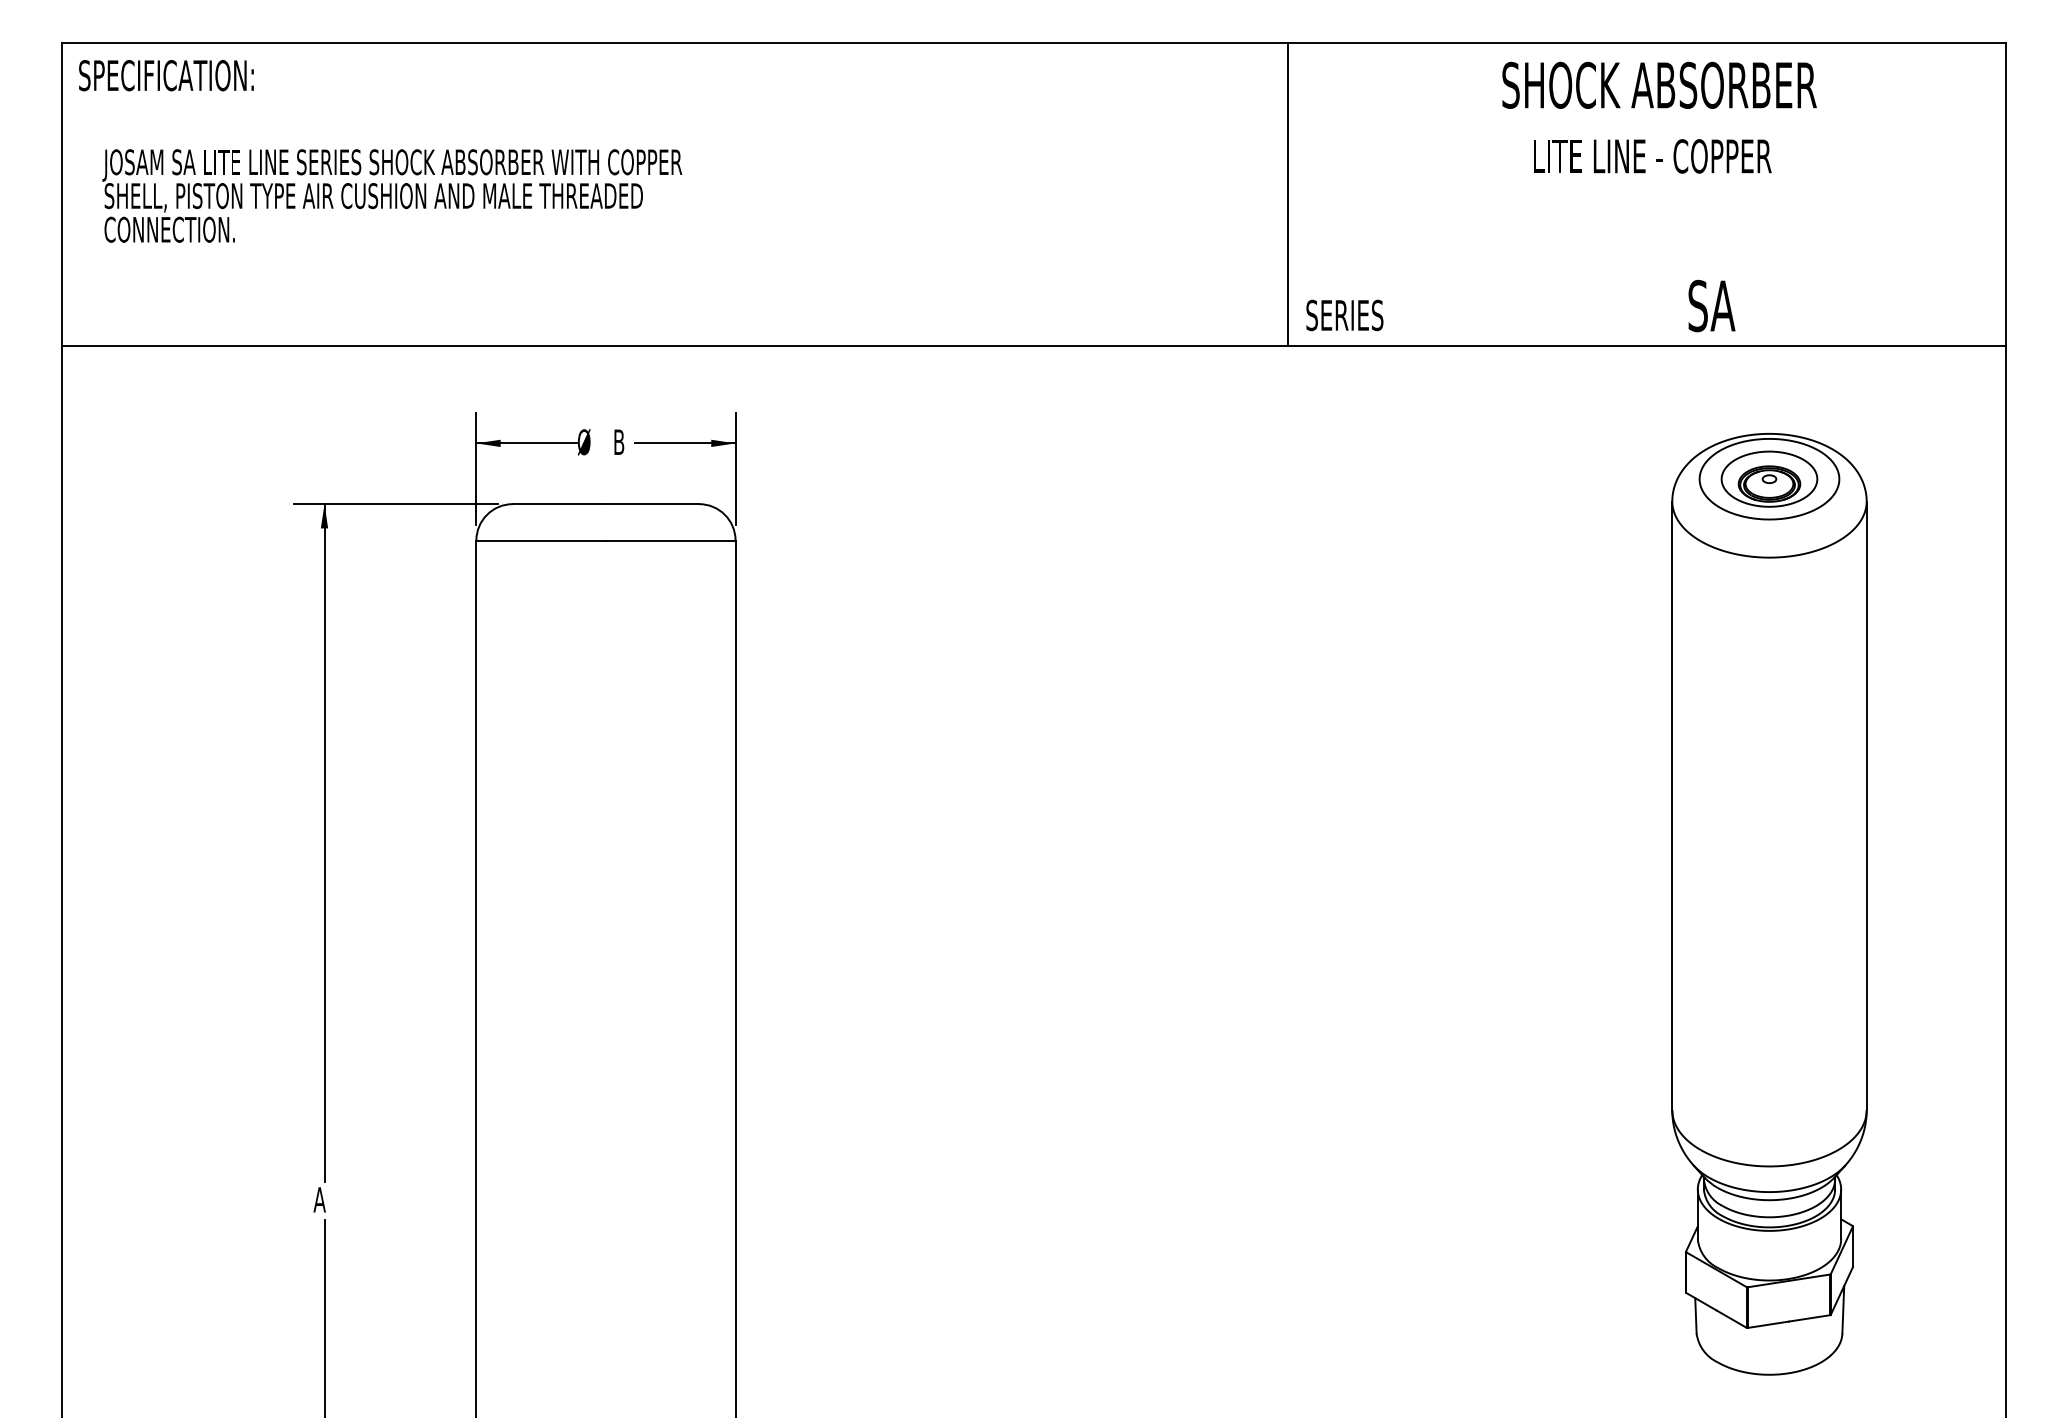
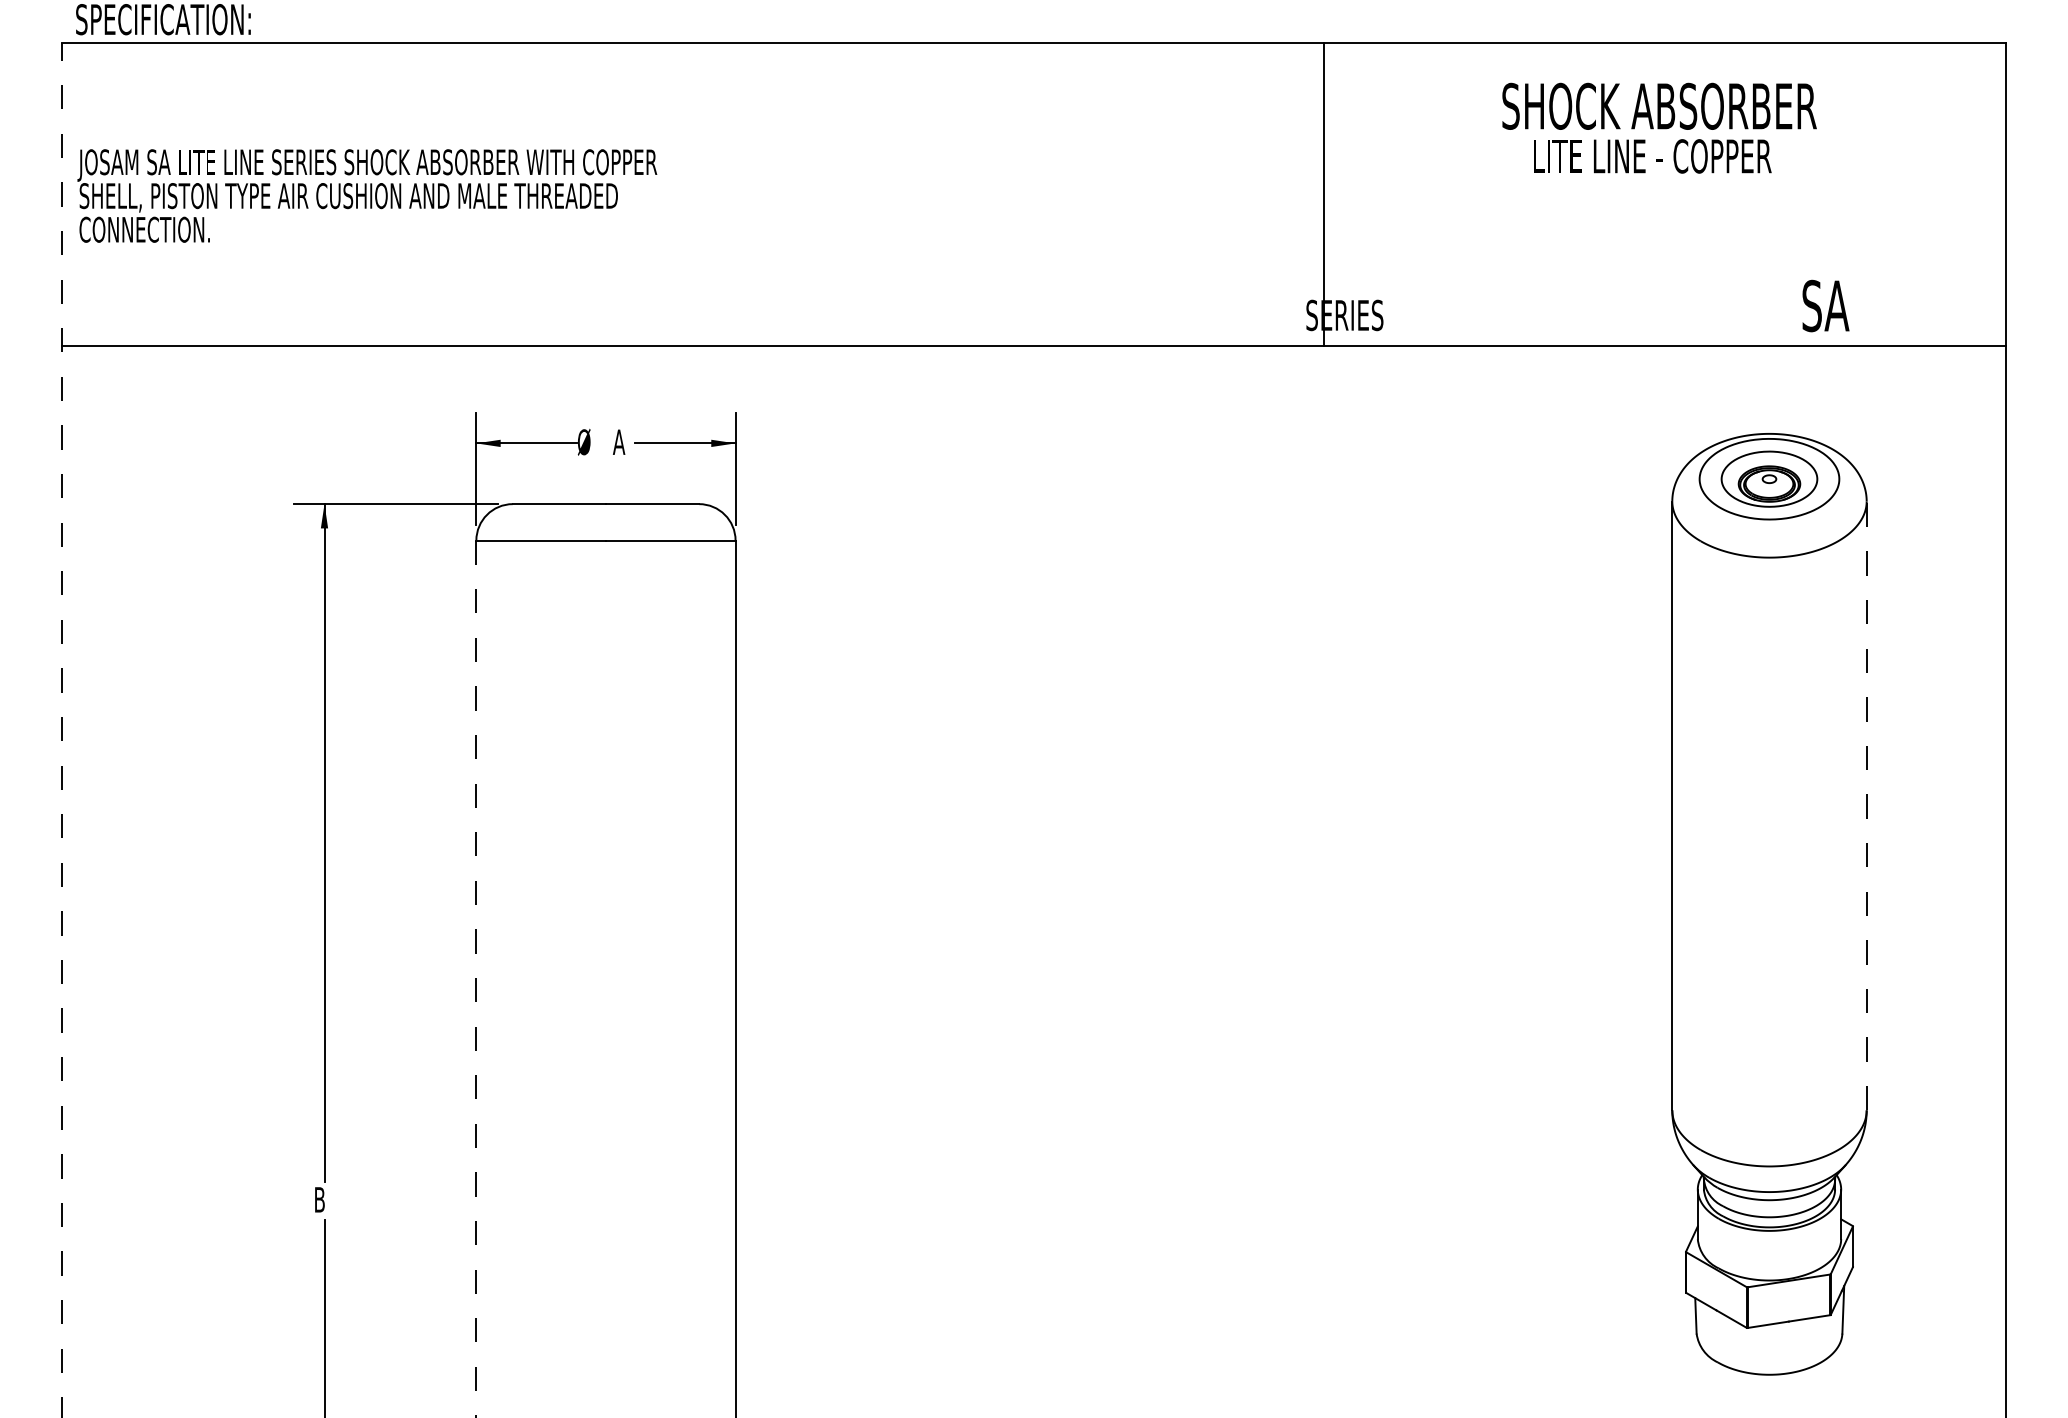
text at (166, 75) position: (166, 75) -> (163, 19)
text at (1659, 84) position: (1659, 84) -> (1659, 105)
line at (1288, 194) position: (1288, 194) -> (1324, 194)
text at (392, 195) position: (392, 195) -> (367, 195)
text at (1711, 305) position: (1711, 305) -> (1825, 305)
text at (618, 441): B -> A
line at (62, 729): solid -> dashed
line at (1866, 805): solid -> dashed
line at (476, 979): solid -> dashed
text at (319, 1199): A -> B
